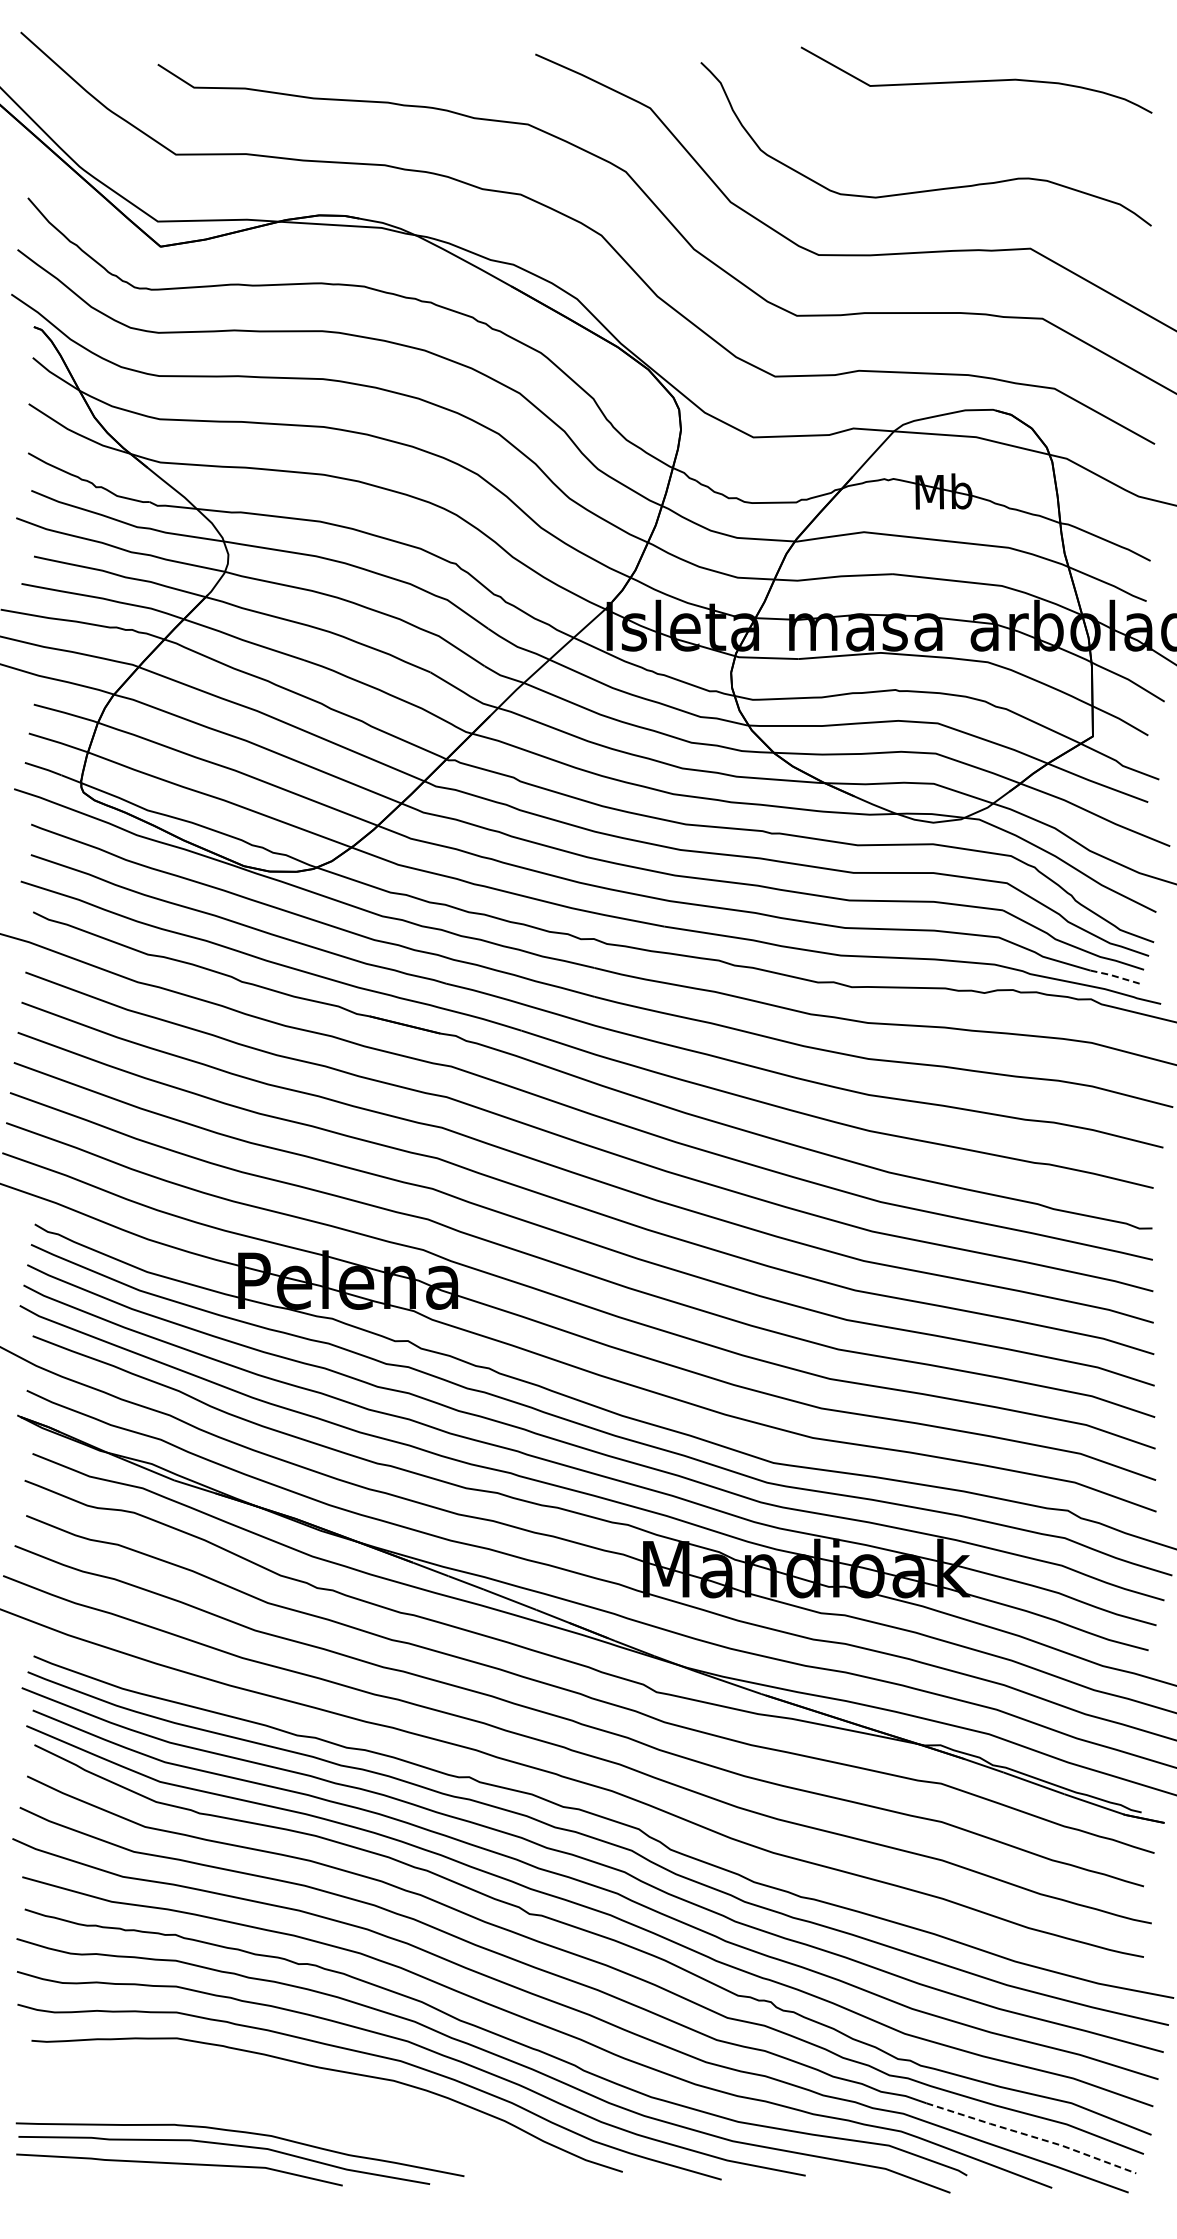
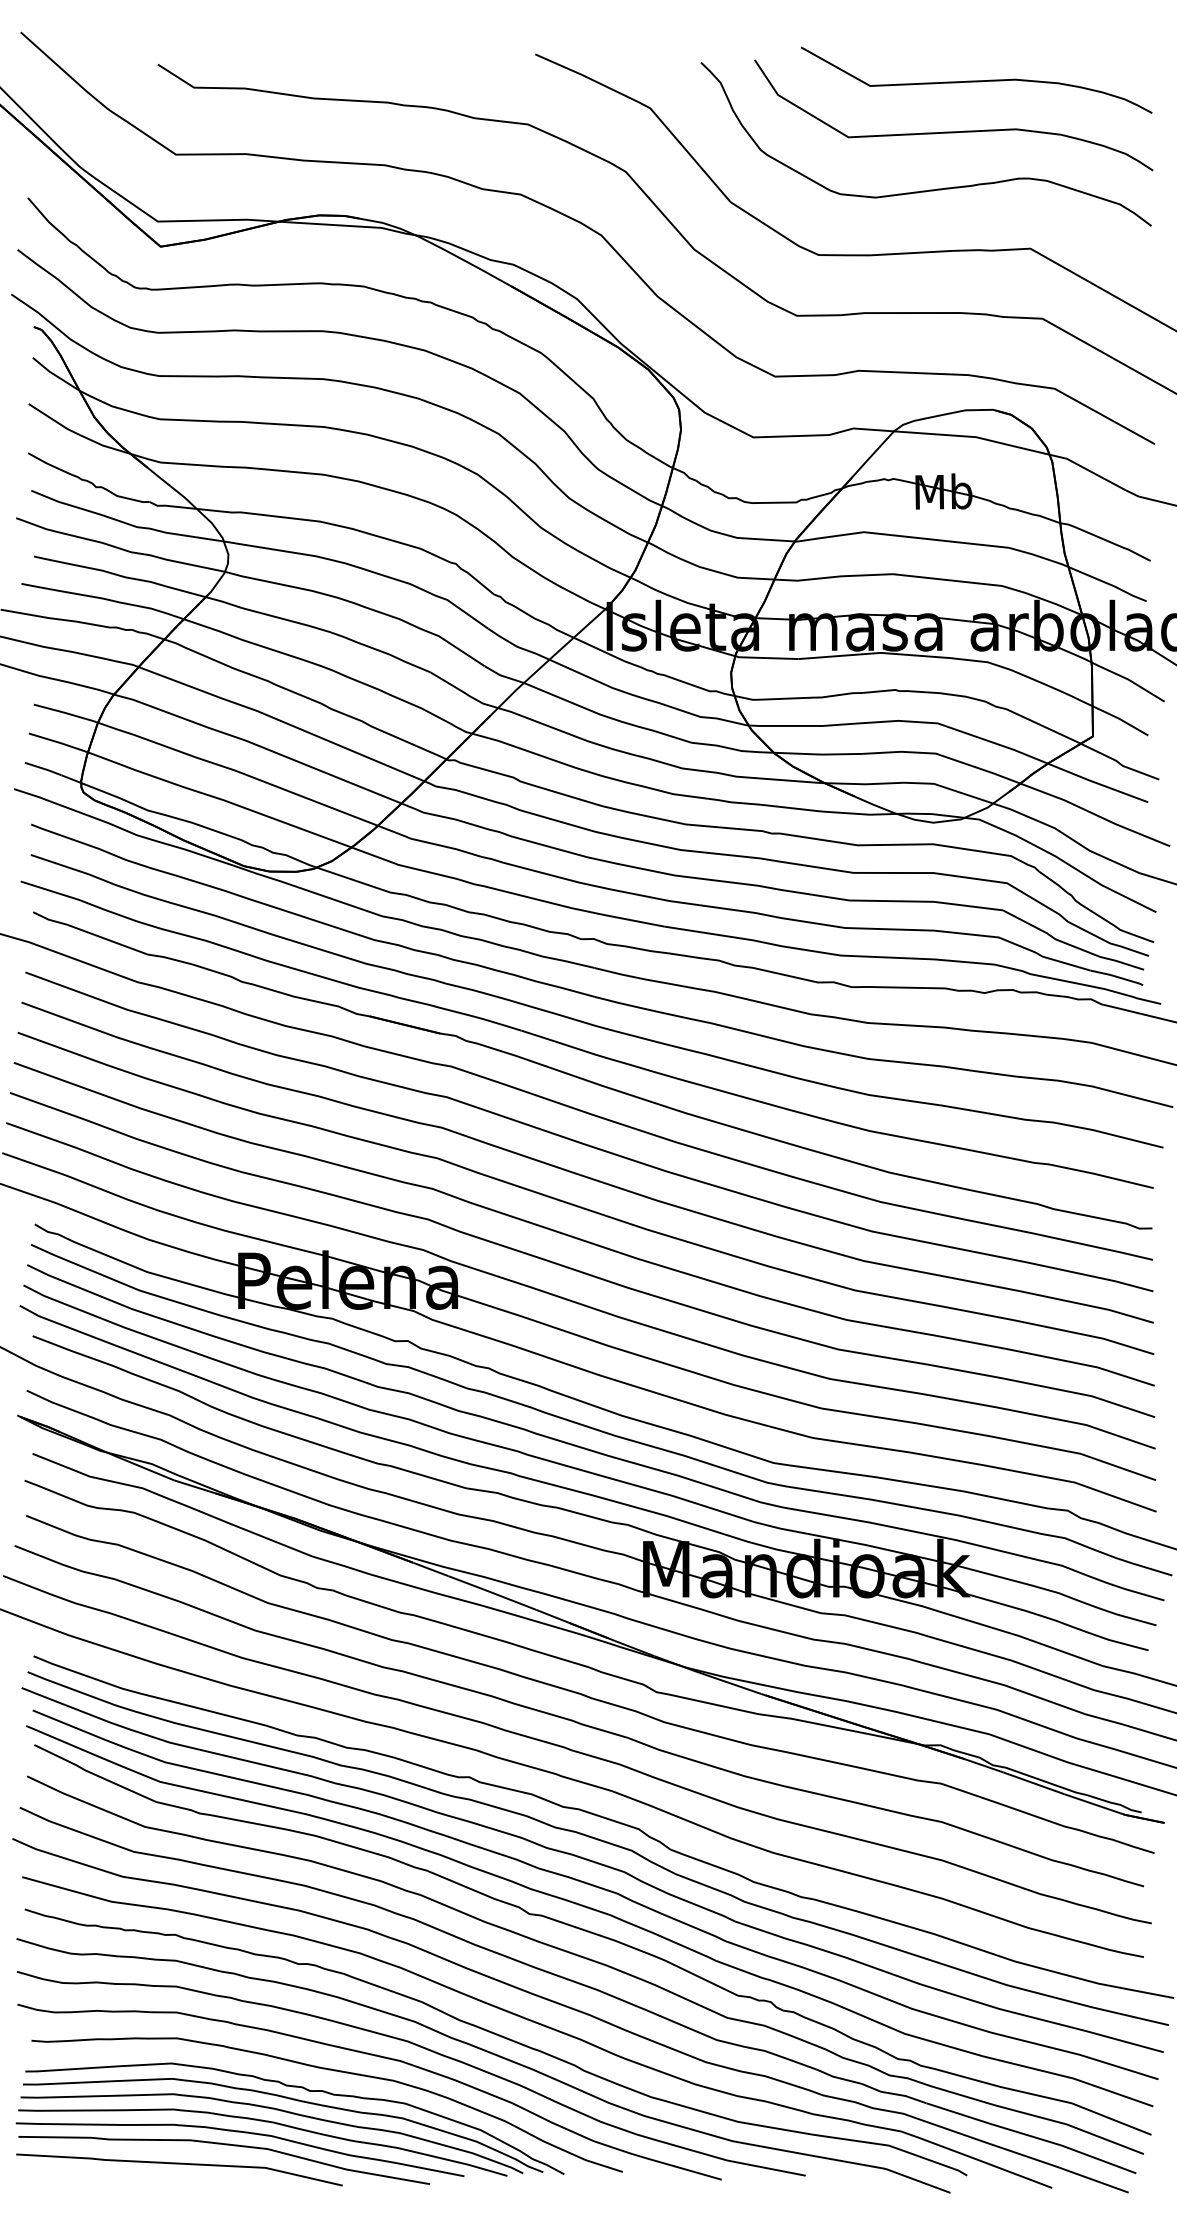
curve at (953, 131): none -> present
line at (1117, 976): dashed -> solid
part at (291, 2119): none -> present
line at (1032, 2136): dashed -> solid
